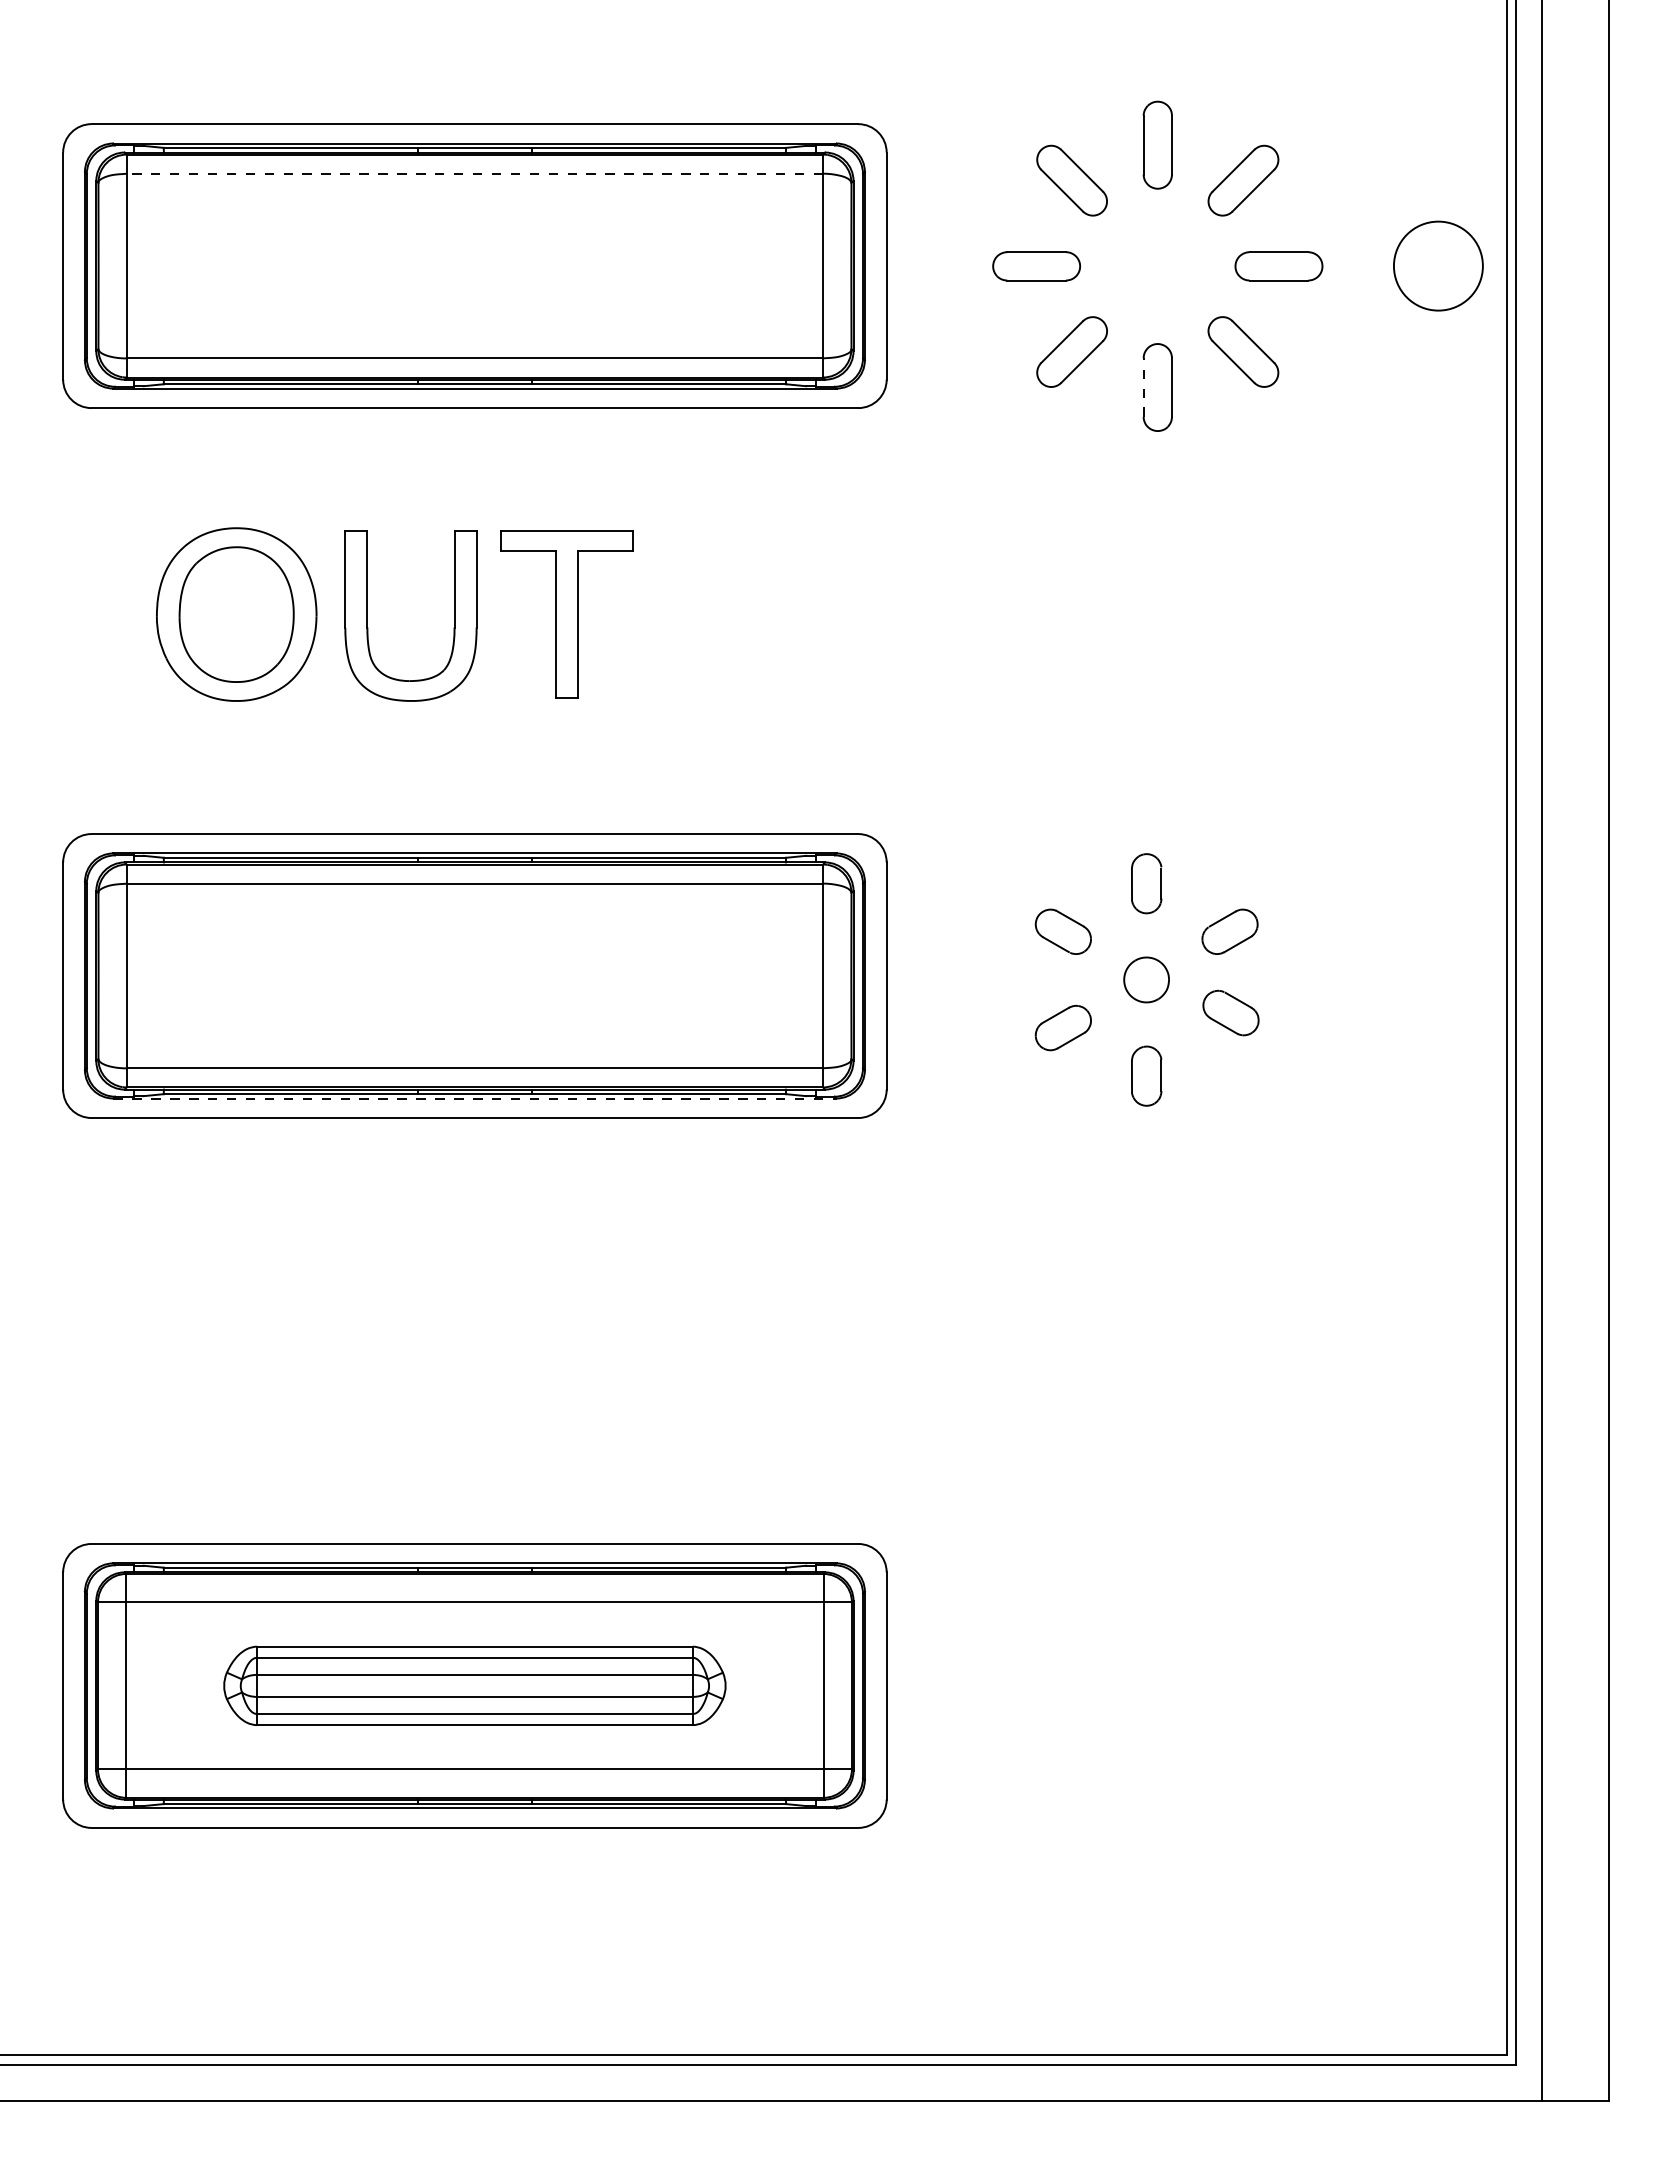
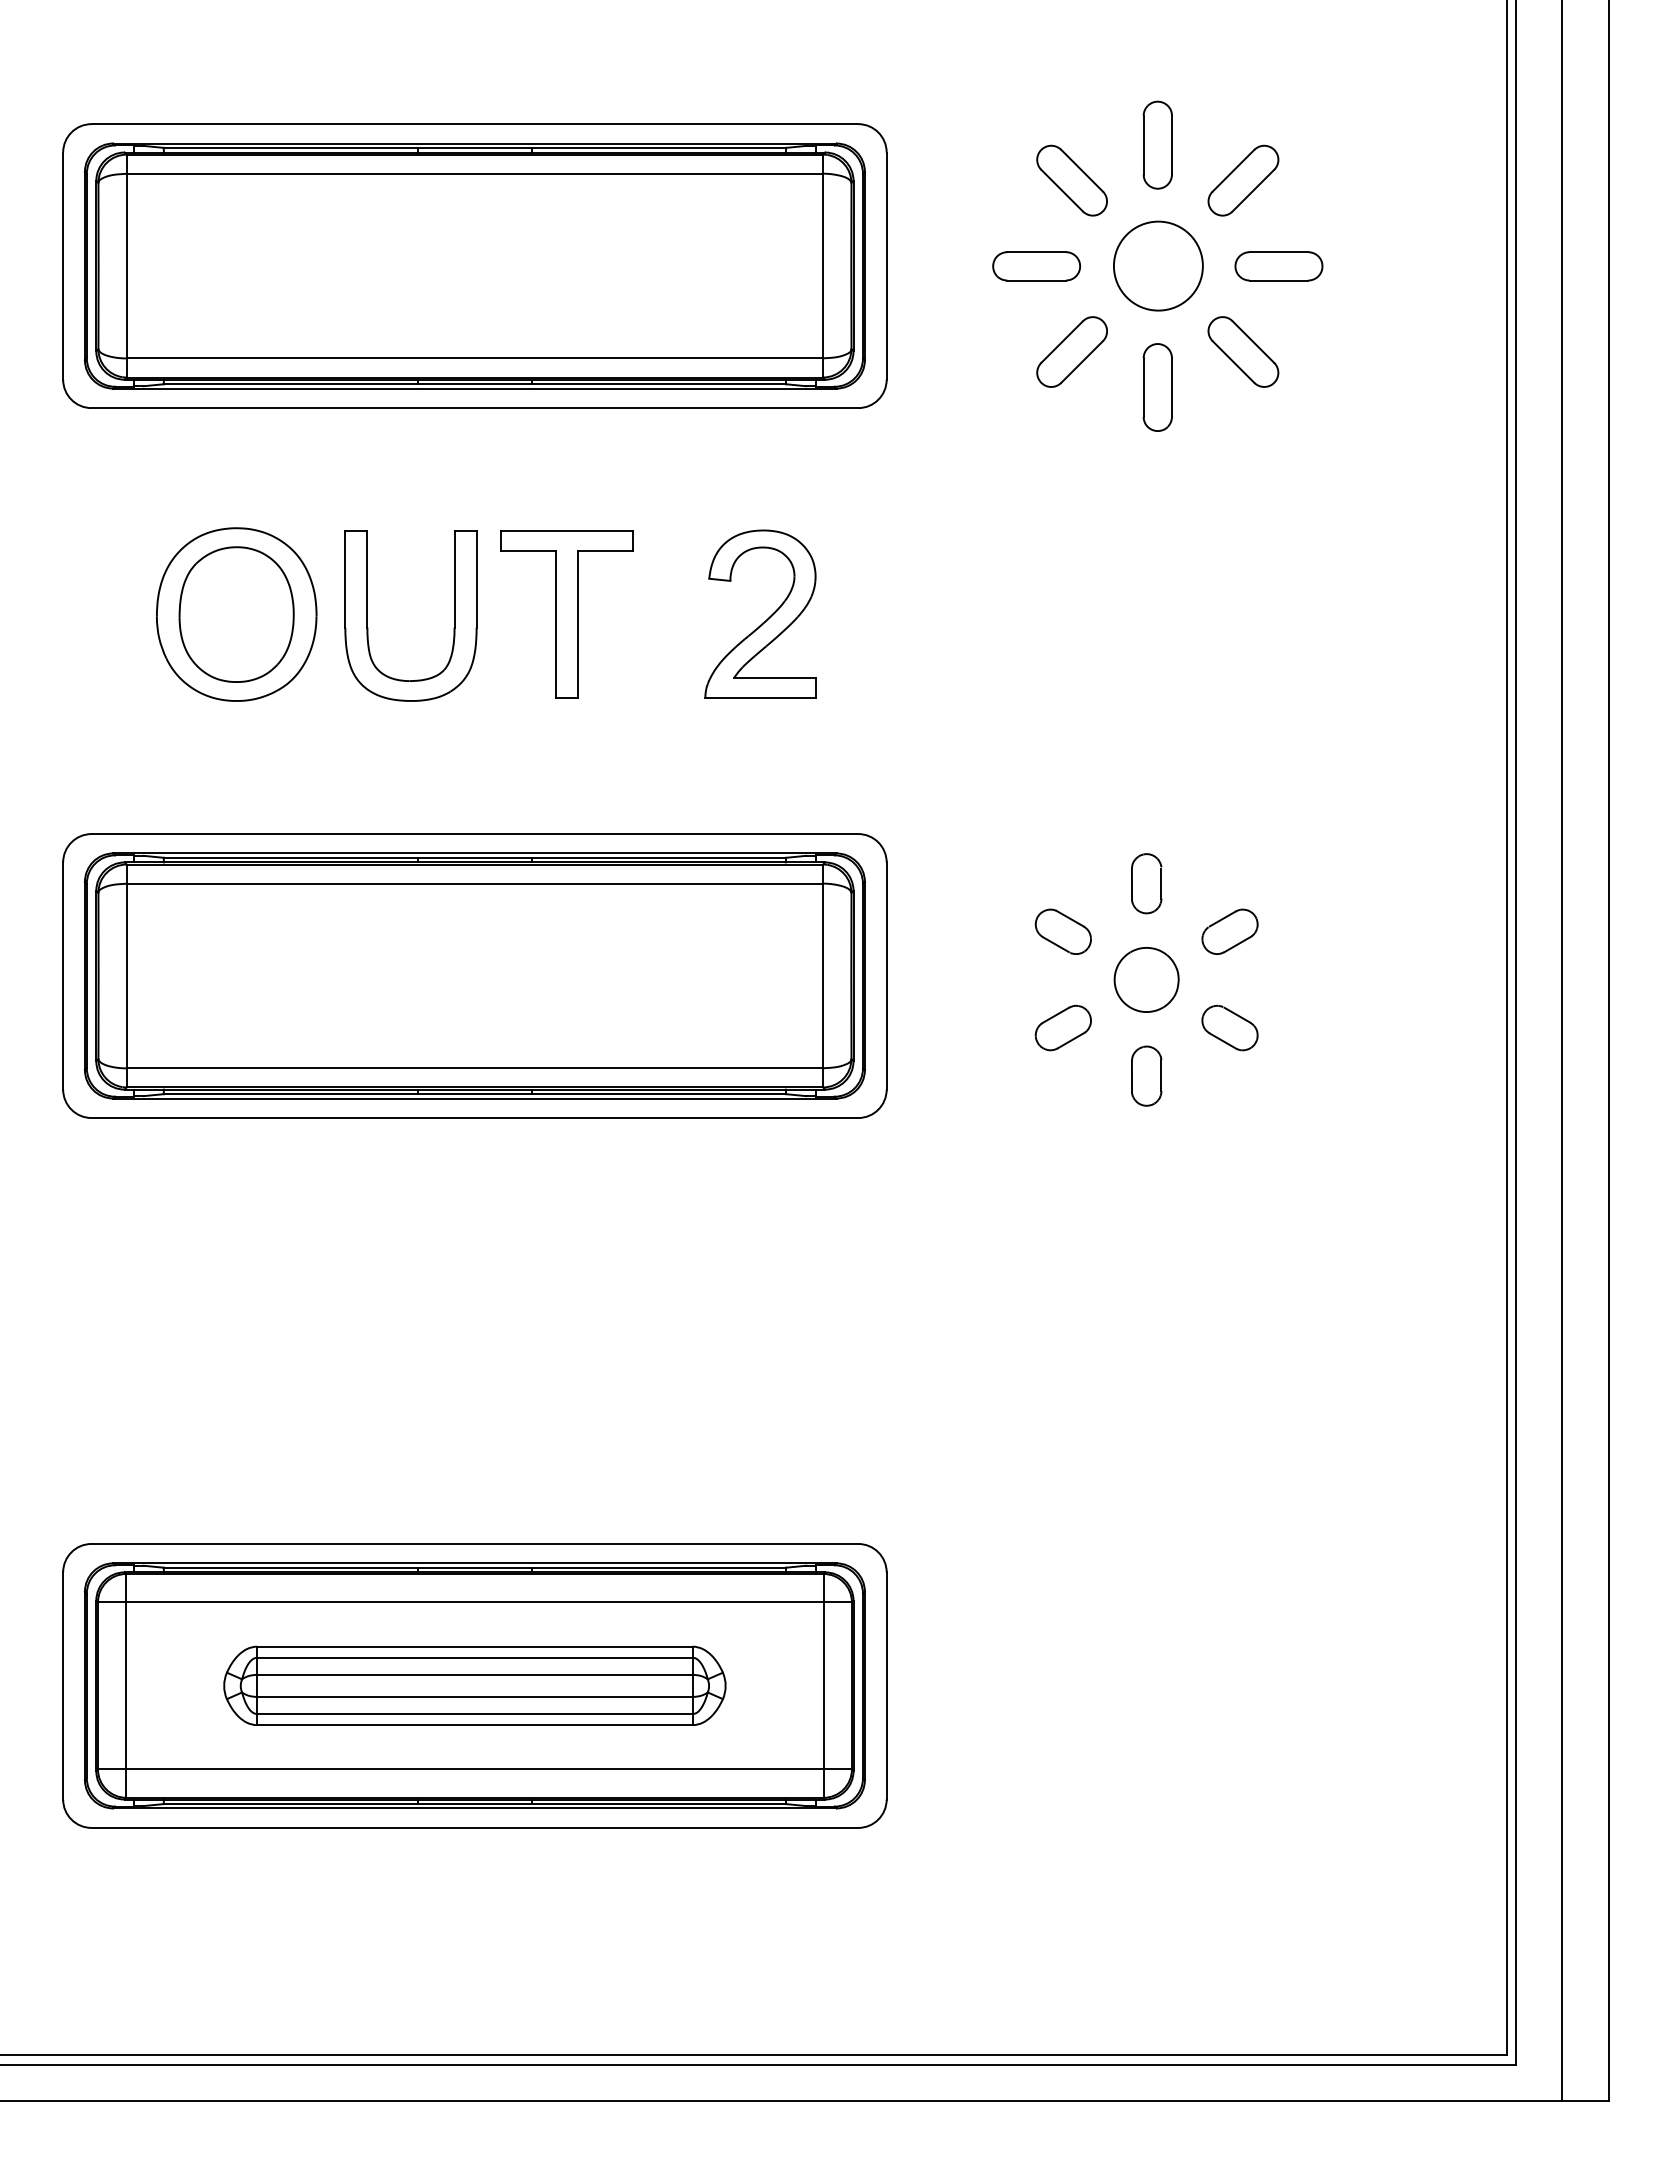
line at (474, 173): dashed -> solid
circle at (1438, 265) position: (1438, 265) -> (1158, 265)
line at (1143, 387): dashed -> solid
part at (766, 619): none -> present
part at (1146, 979) size: 47x48 px -> 67x66 px
part at (1230, 1012) position: (1230, 1012) -> (1229, 1027)
line at (1541, 1051) position: (1541, 1051) -> (1561, 1051)
line at (474, 1098): dashed -> solid
